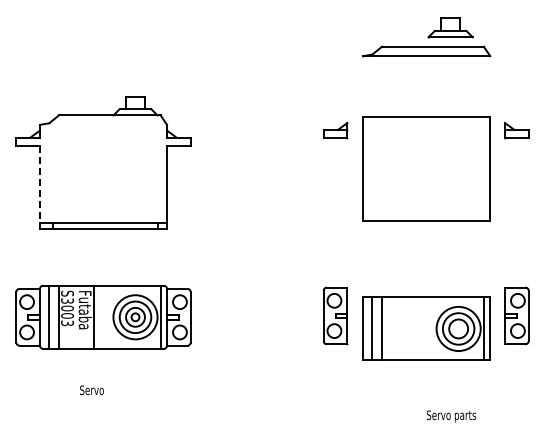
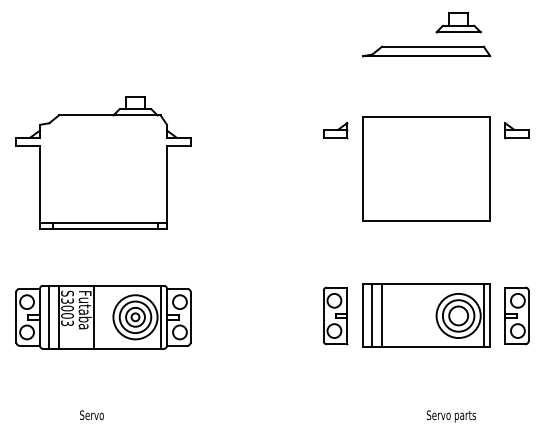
part at (450, 27) position: (450, 27) -> (458, 22)
line at (39, 184): dashed -> solid
part at (426, 328) position: (426, 328) -> (426, 315)
text at (91, 389) position: (91, 389) -> (91, 414)
